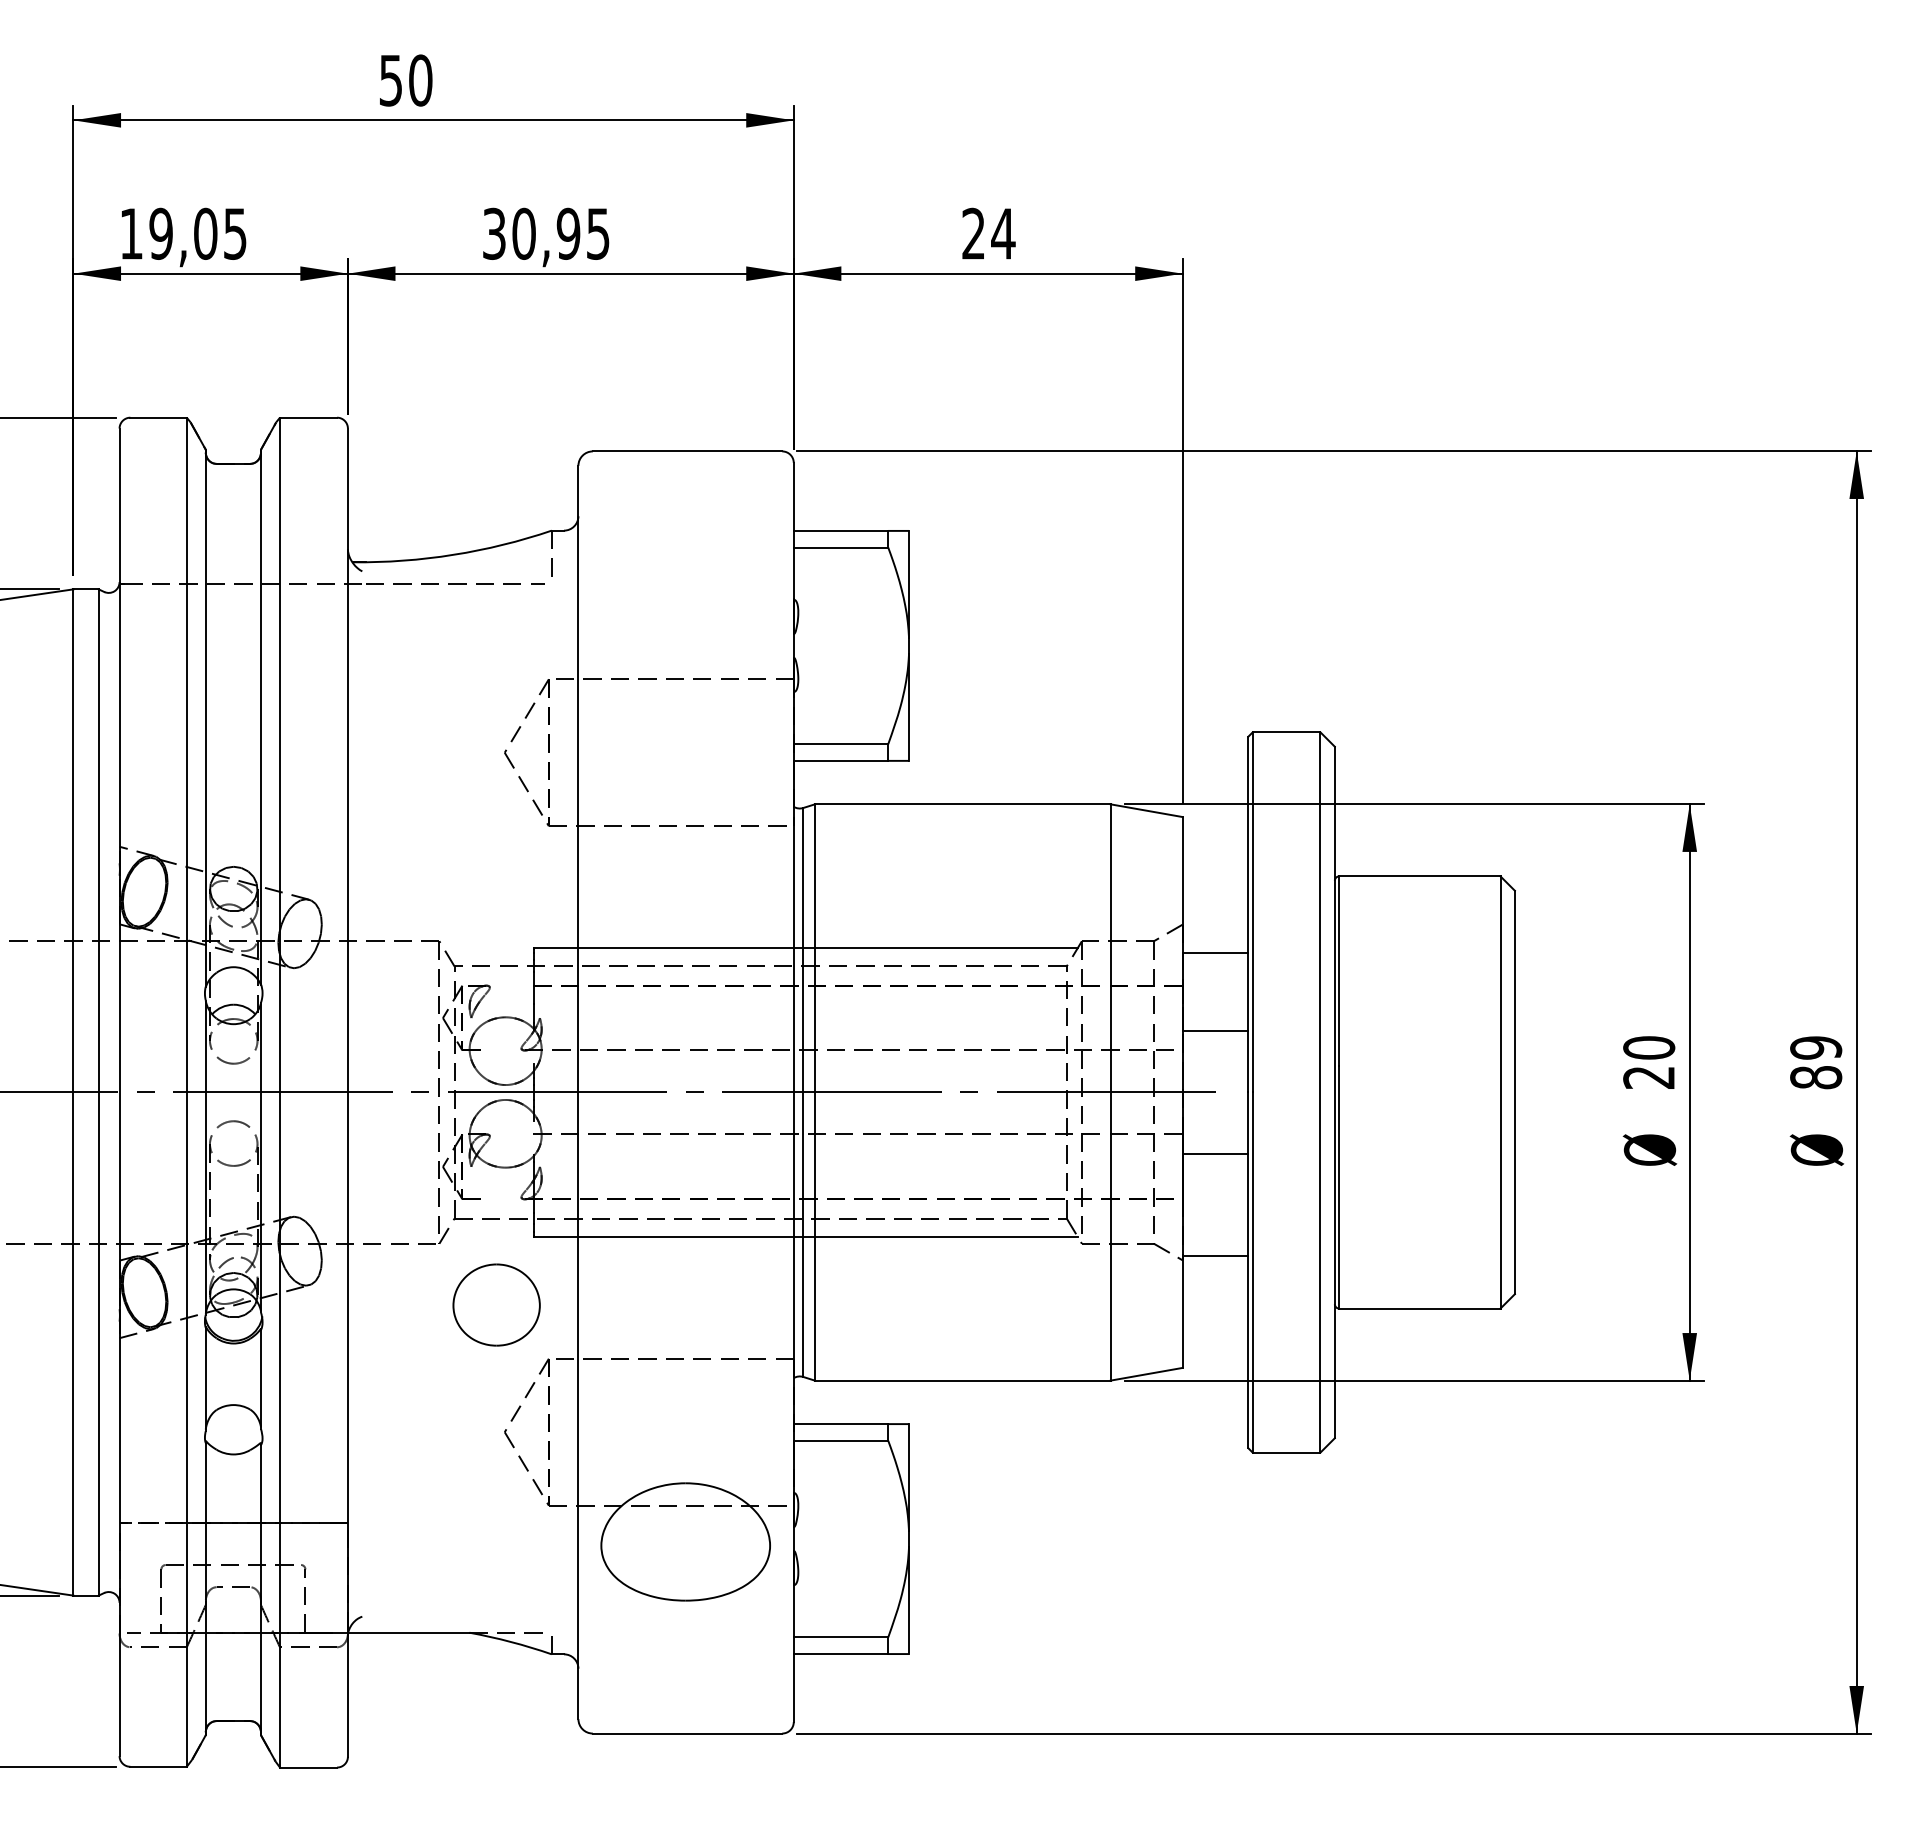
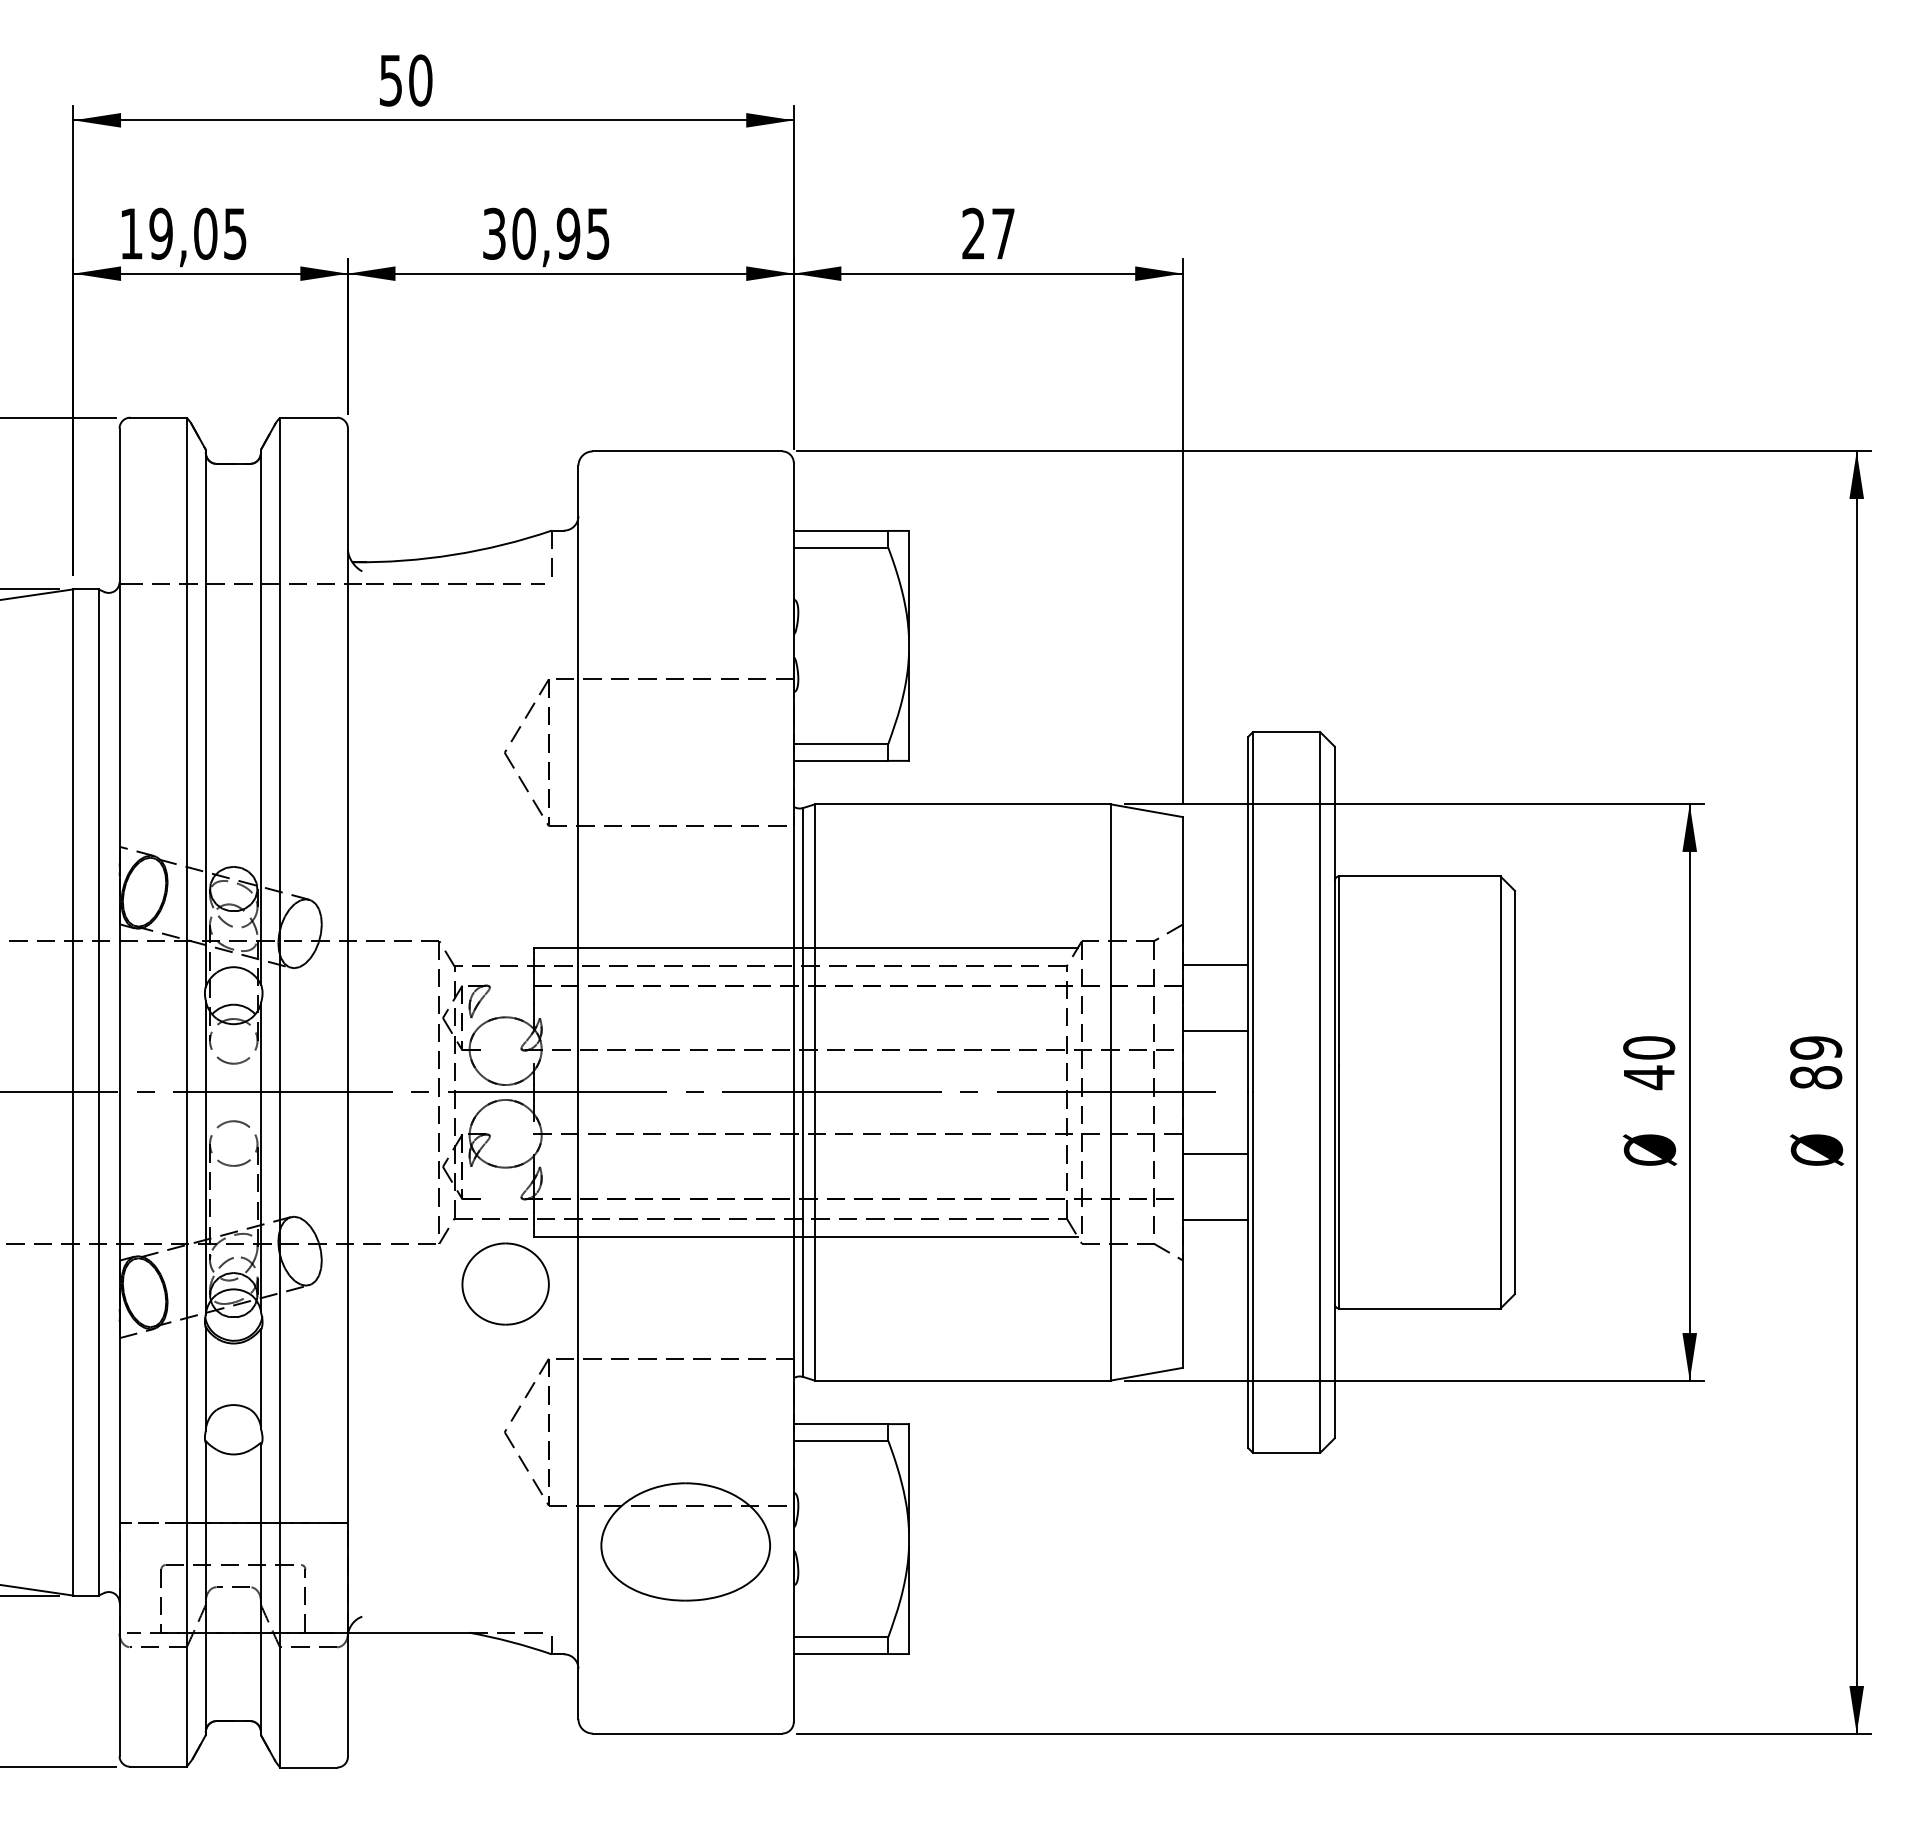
text at (1003, 233): 24 -> 27
line at (1215, 952) position: (1215, 952) -> (1215, 964)
text at (1648, 1077): 20 -> 40
line at (1215, 1256) position: (1215, 1256) -> (1215, 1220)
part at (496, 1304) position: (496, 1304) -> (505, 1283)
